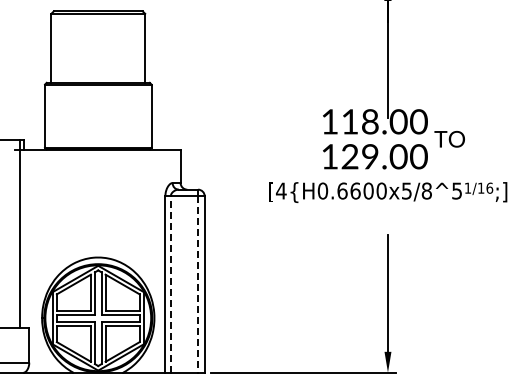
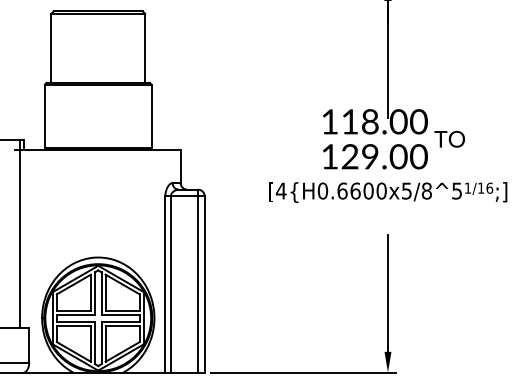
line at (170, 283): dashed -> solid
line at (198, 284): dashed -> solid
